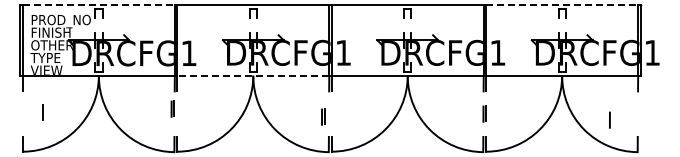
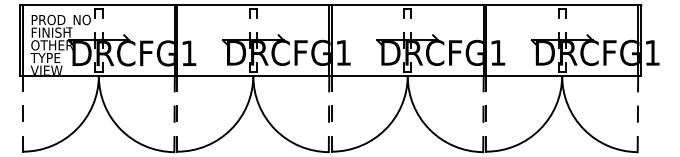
line at (98, 4): dashed -> solid
line at (562, 4): dashed -> solid
line at (253, 75): dashed -> solid
part at (172, 108) position: (172, 108) -> (175, 113)
line at (42, 112) position: (42, 112) -> (22, 113)
part at (323, 116) position: (323, 116) -> (330, 113)
line at (609, 119) position: (609, 119) -> (637, 113)
